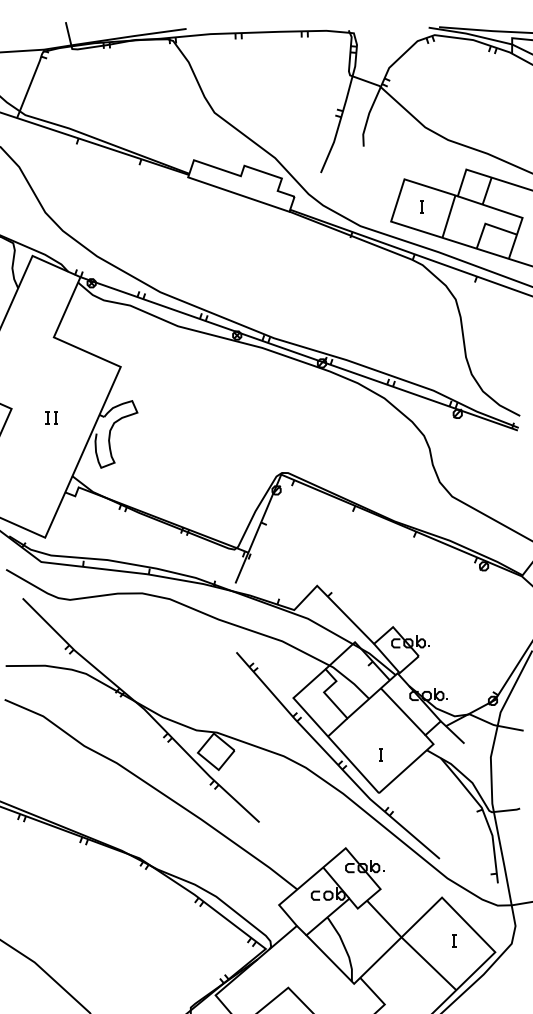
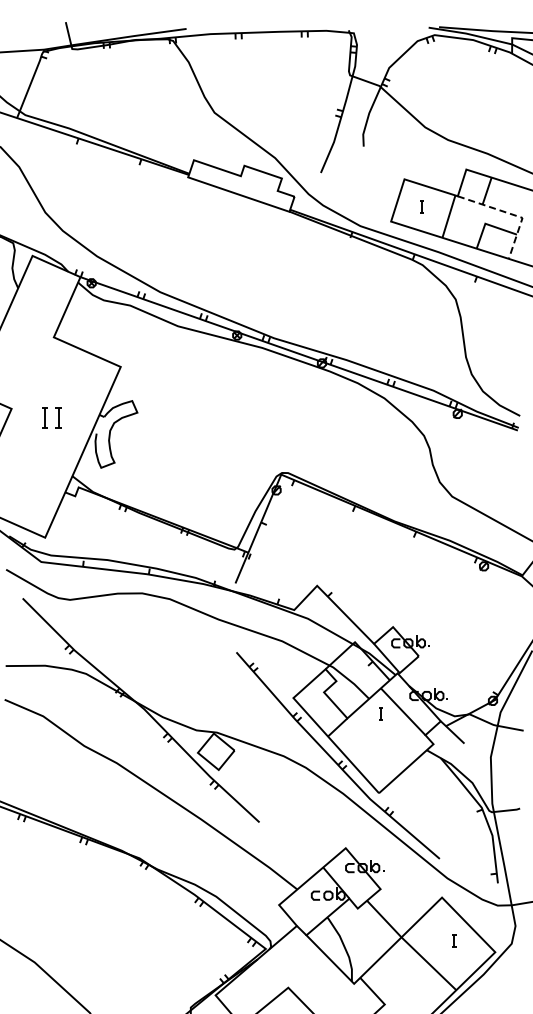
line at (511, 214): solid -> dashed
part at (51, 417) size: 13x14 px -> 20x22 px
part at (380, 754) position: (380, 754) -> (380, 713)
